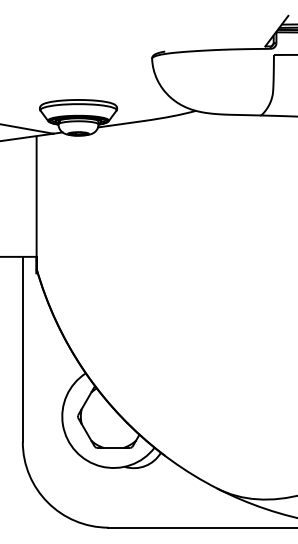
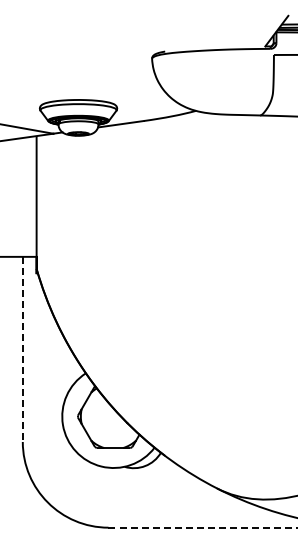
line at (22, 349): solid -> dashed
line at (203, 527): solid -> dashed
